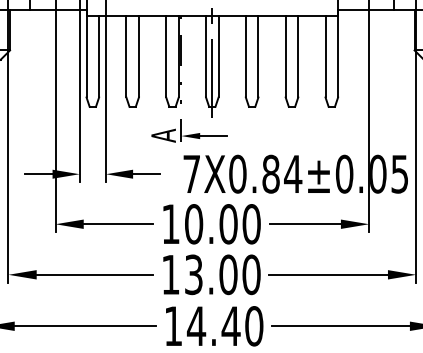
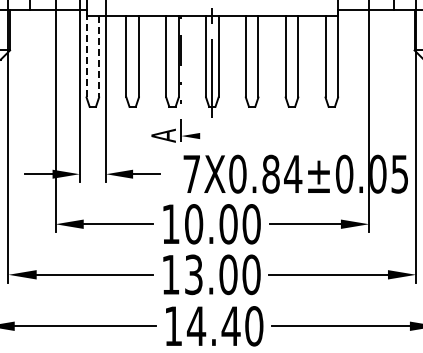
line at (86, 53): solid -> dashed
line at (99, 56): solid -> dashed
line at (213, 136): present -> none
